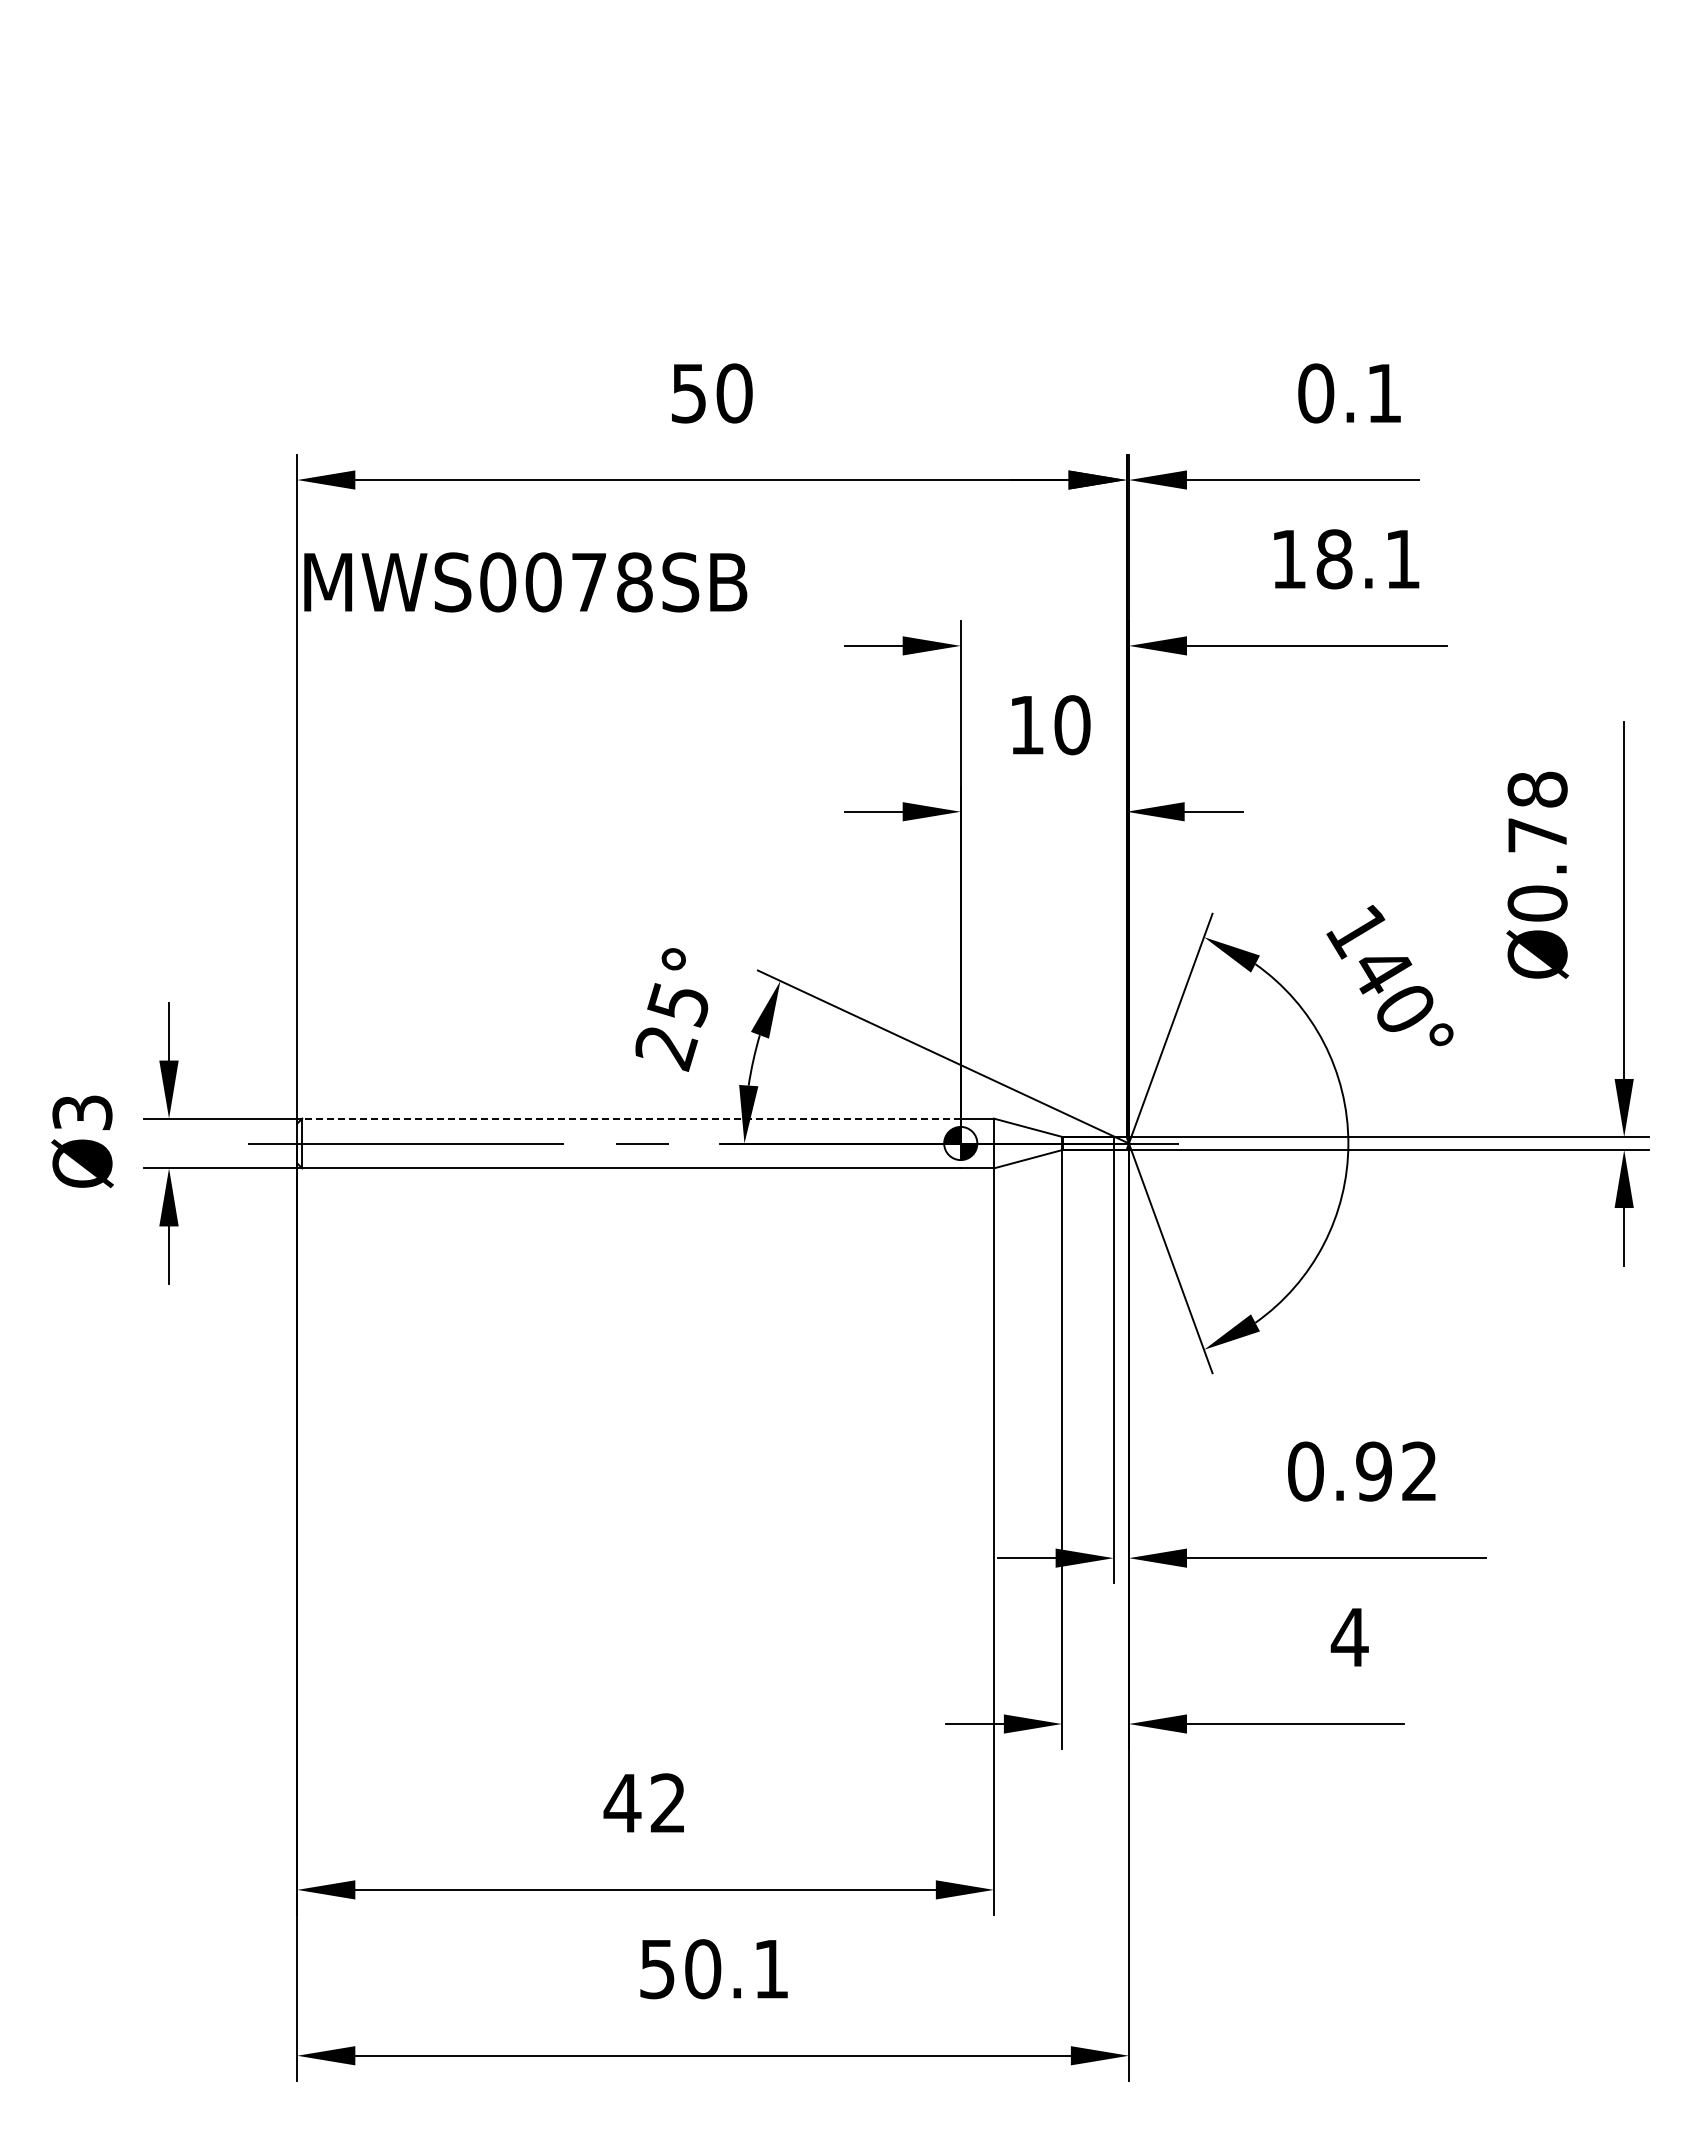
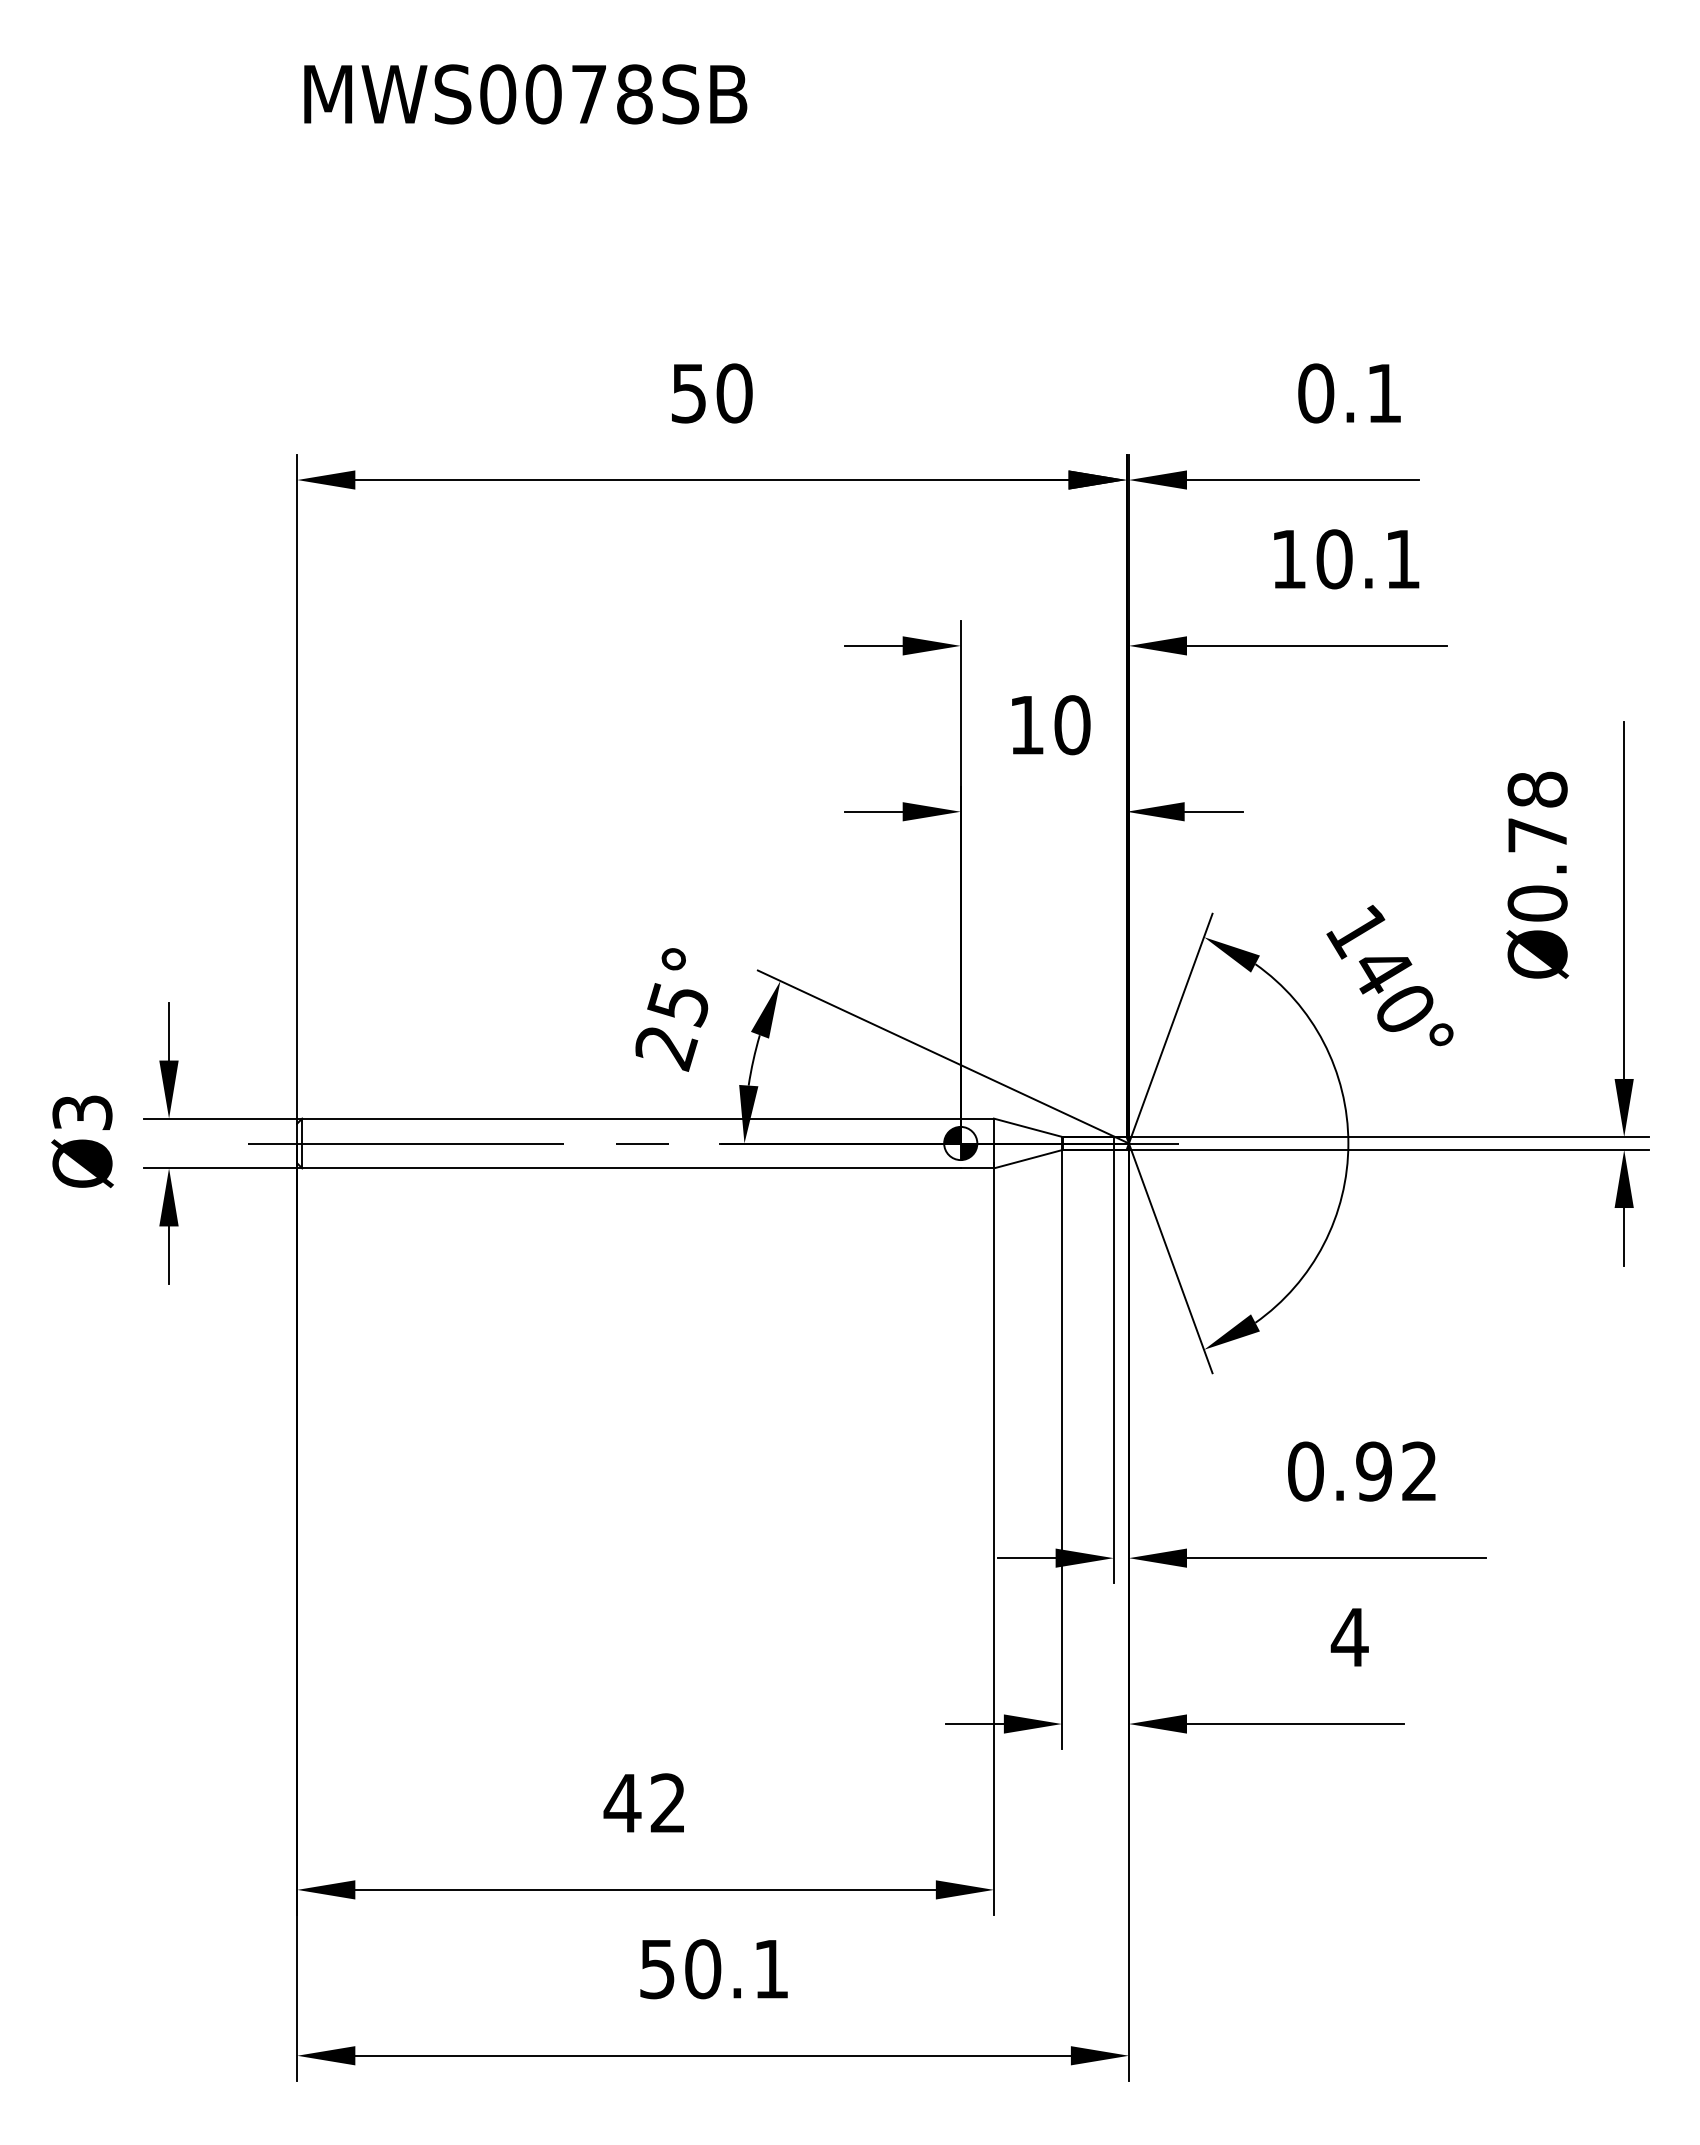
text at (1334, 559): 18.1 -> 10.1
text at (525, 582) position: (525, 582) -> (525, 94)
line at (631, 1118): dashed -> solid
